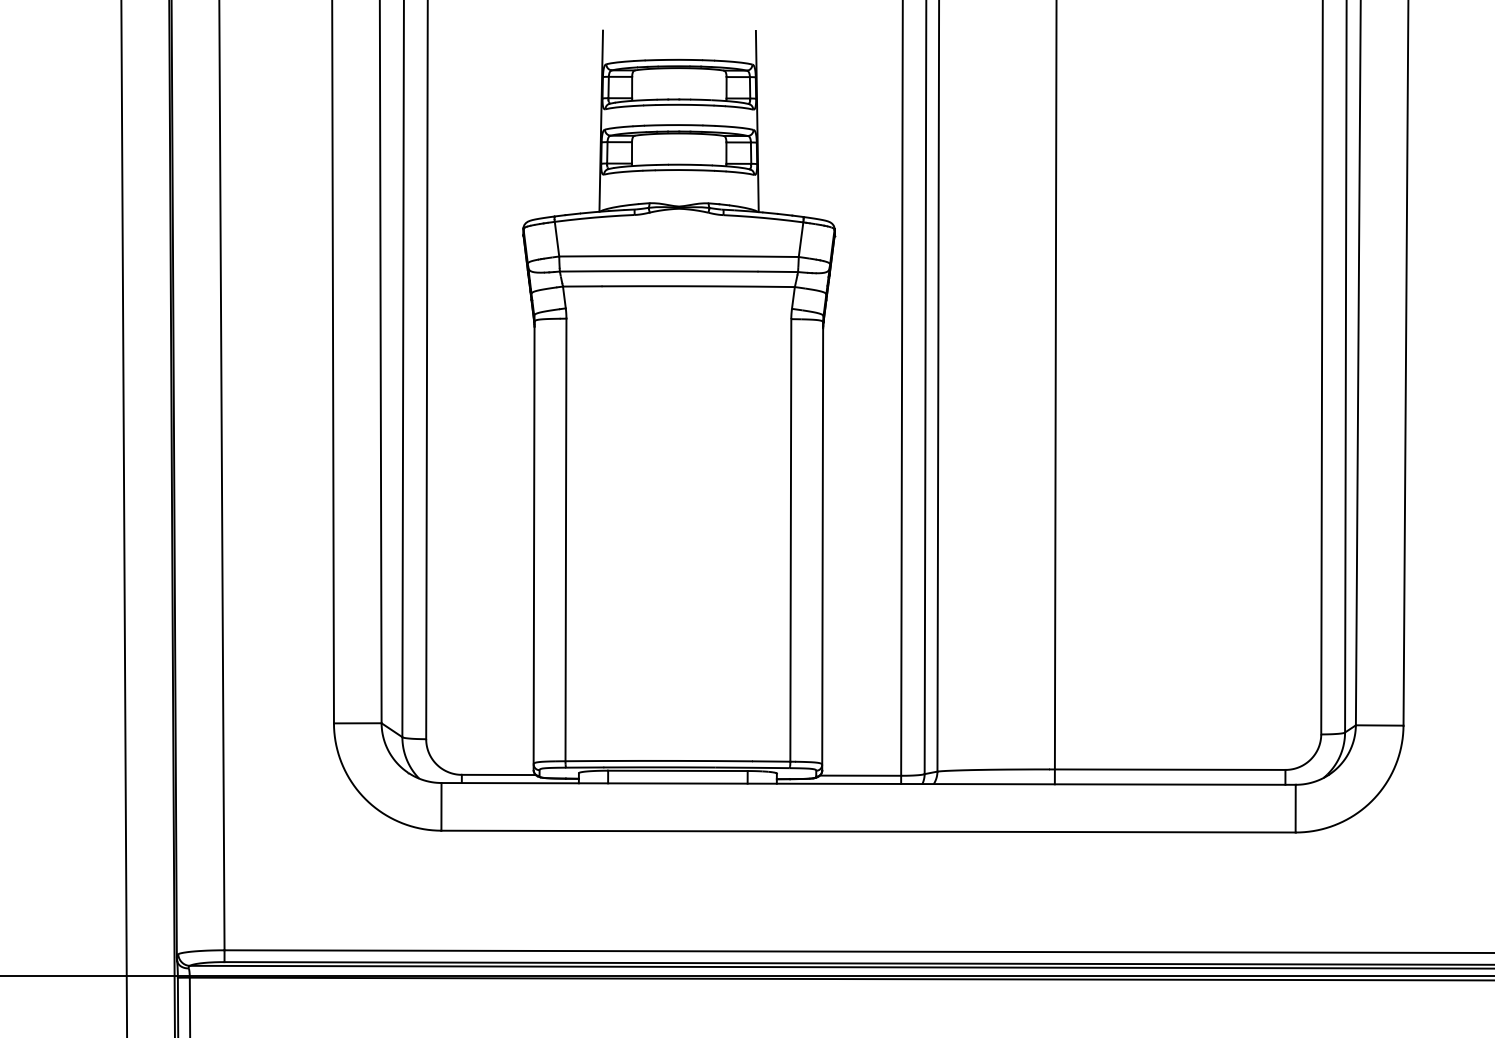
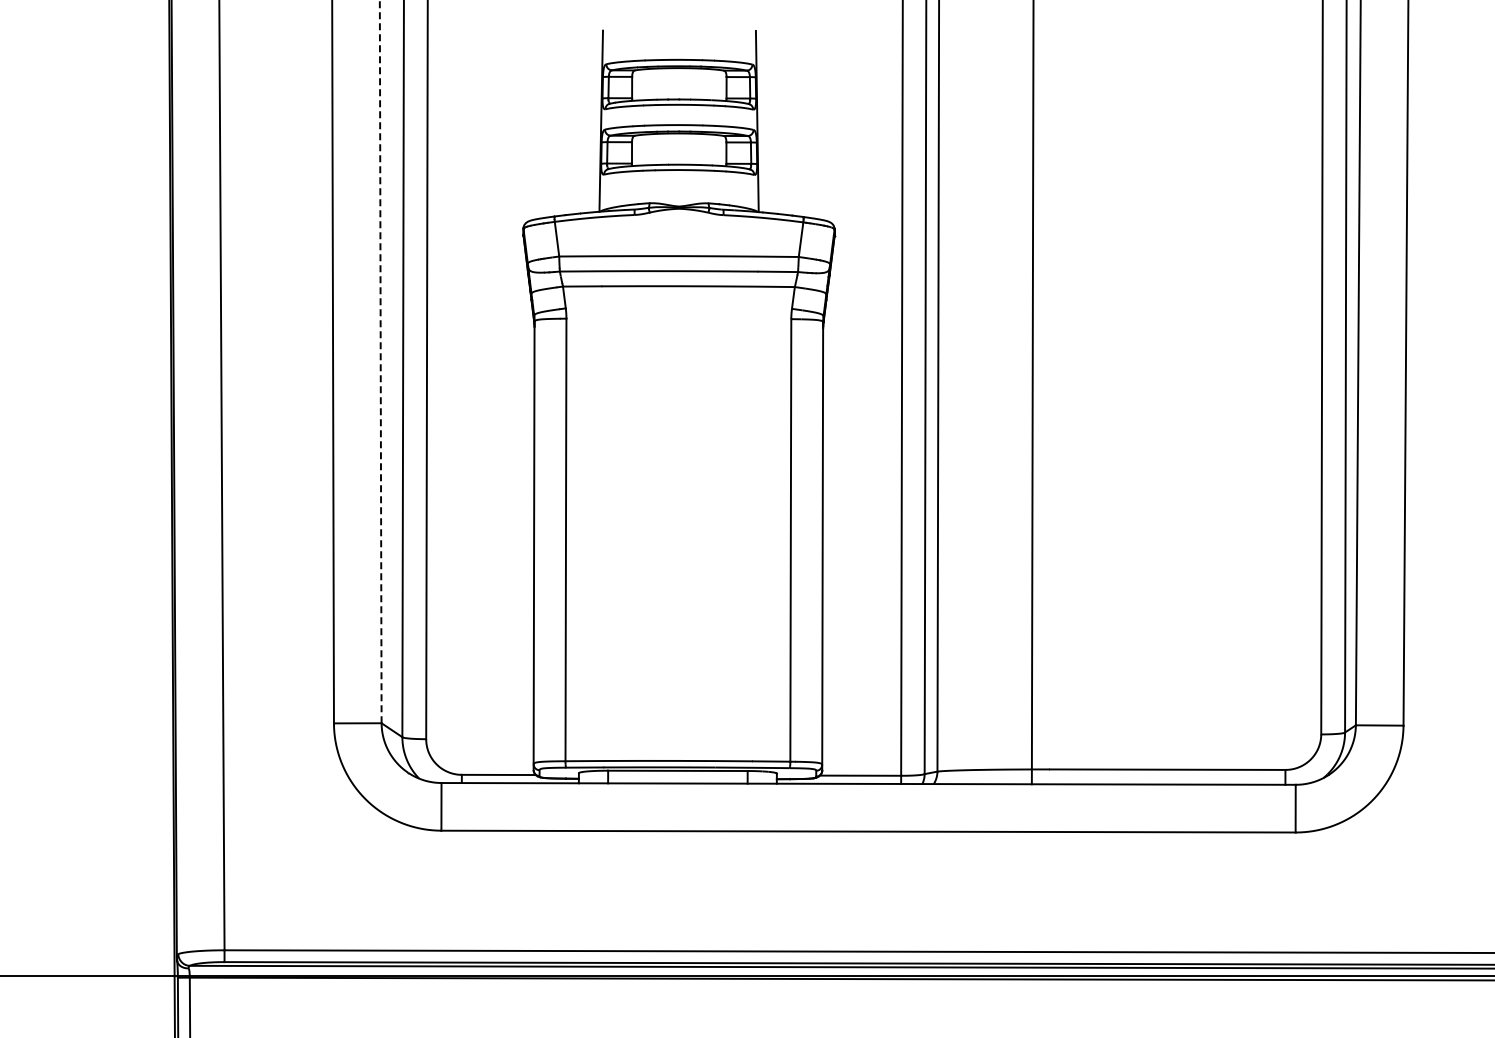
line at (380, 361): solid -> dashed
line at (1055, 393) position: (1055, 393) -> (1032, 393)
line at (124, 518): present -> none
